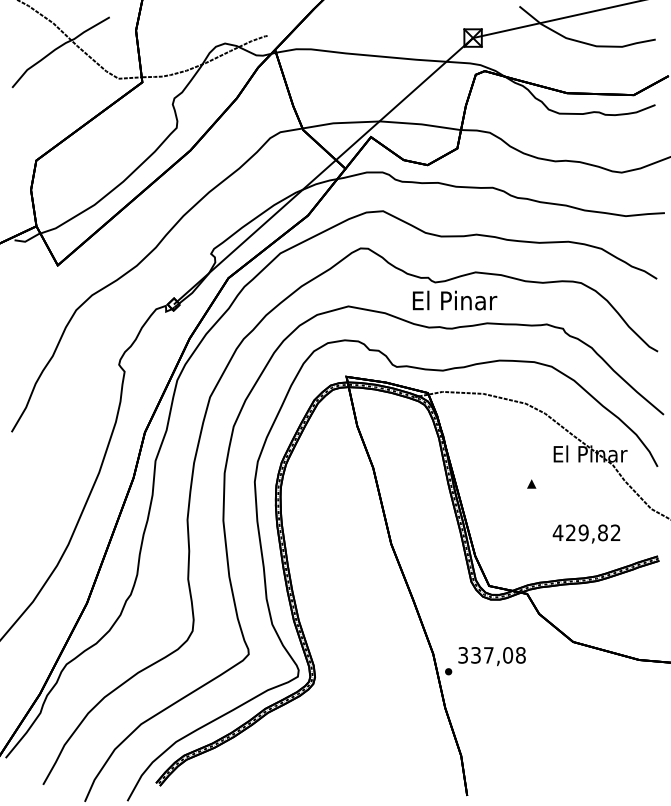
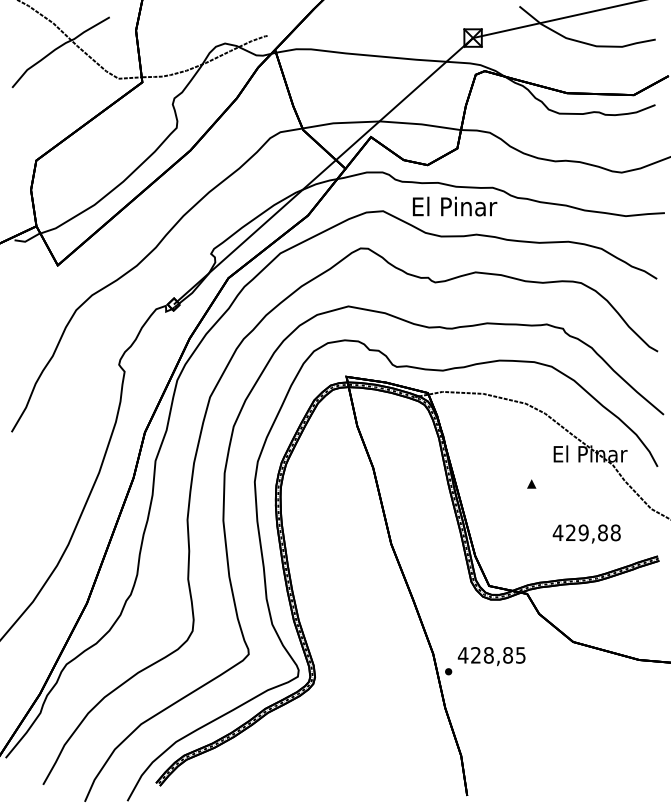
text at (455, 300) position: (455, 300) -> (455, 206)
text at (615, 532): 429,82 -> 429,88
text at (491, 655): 337,08 -> 428,85
